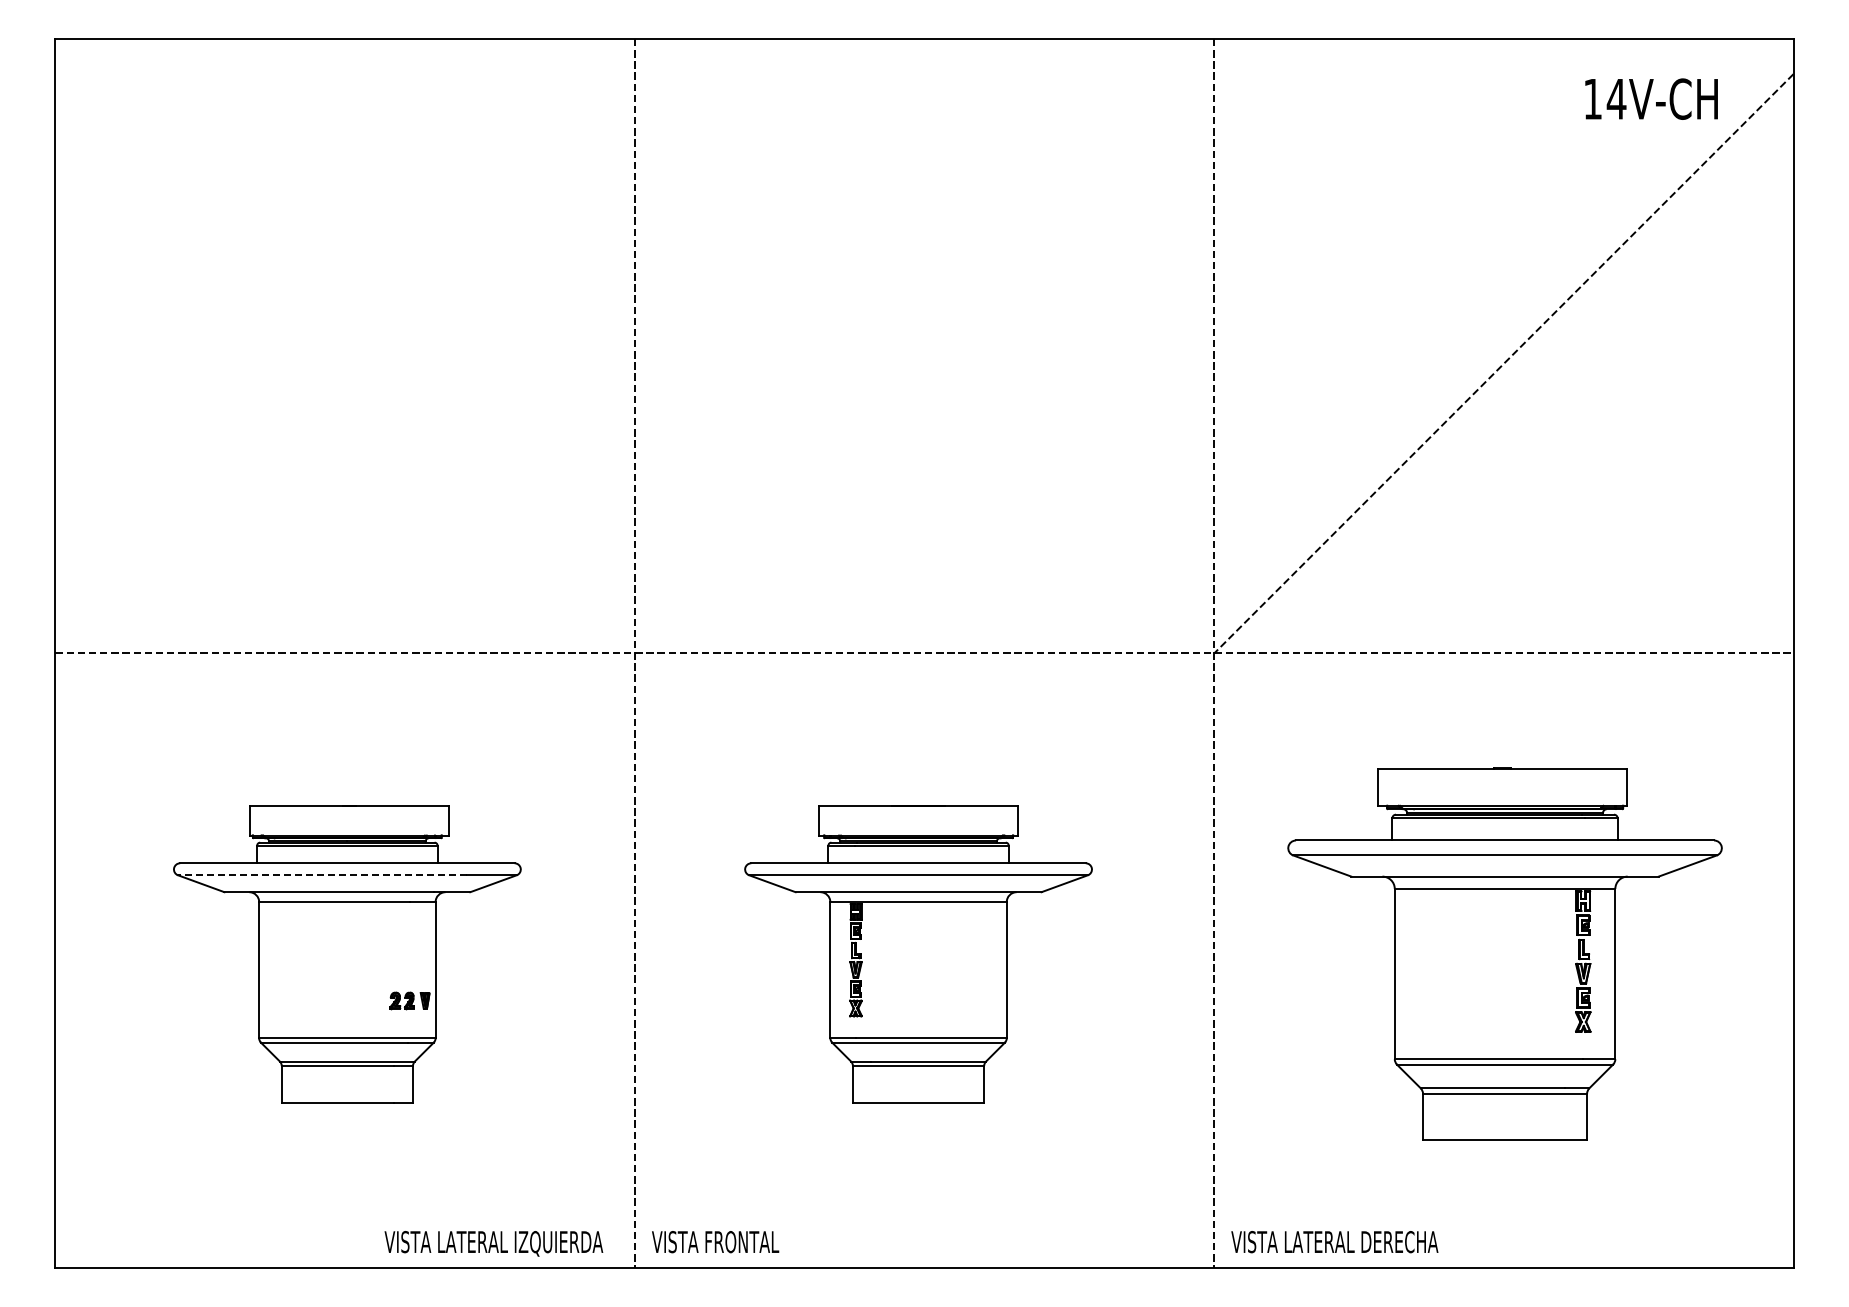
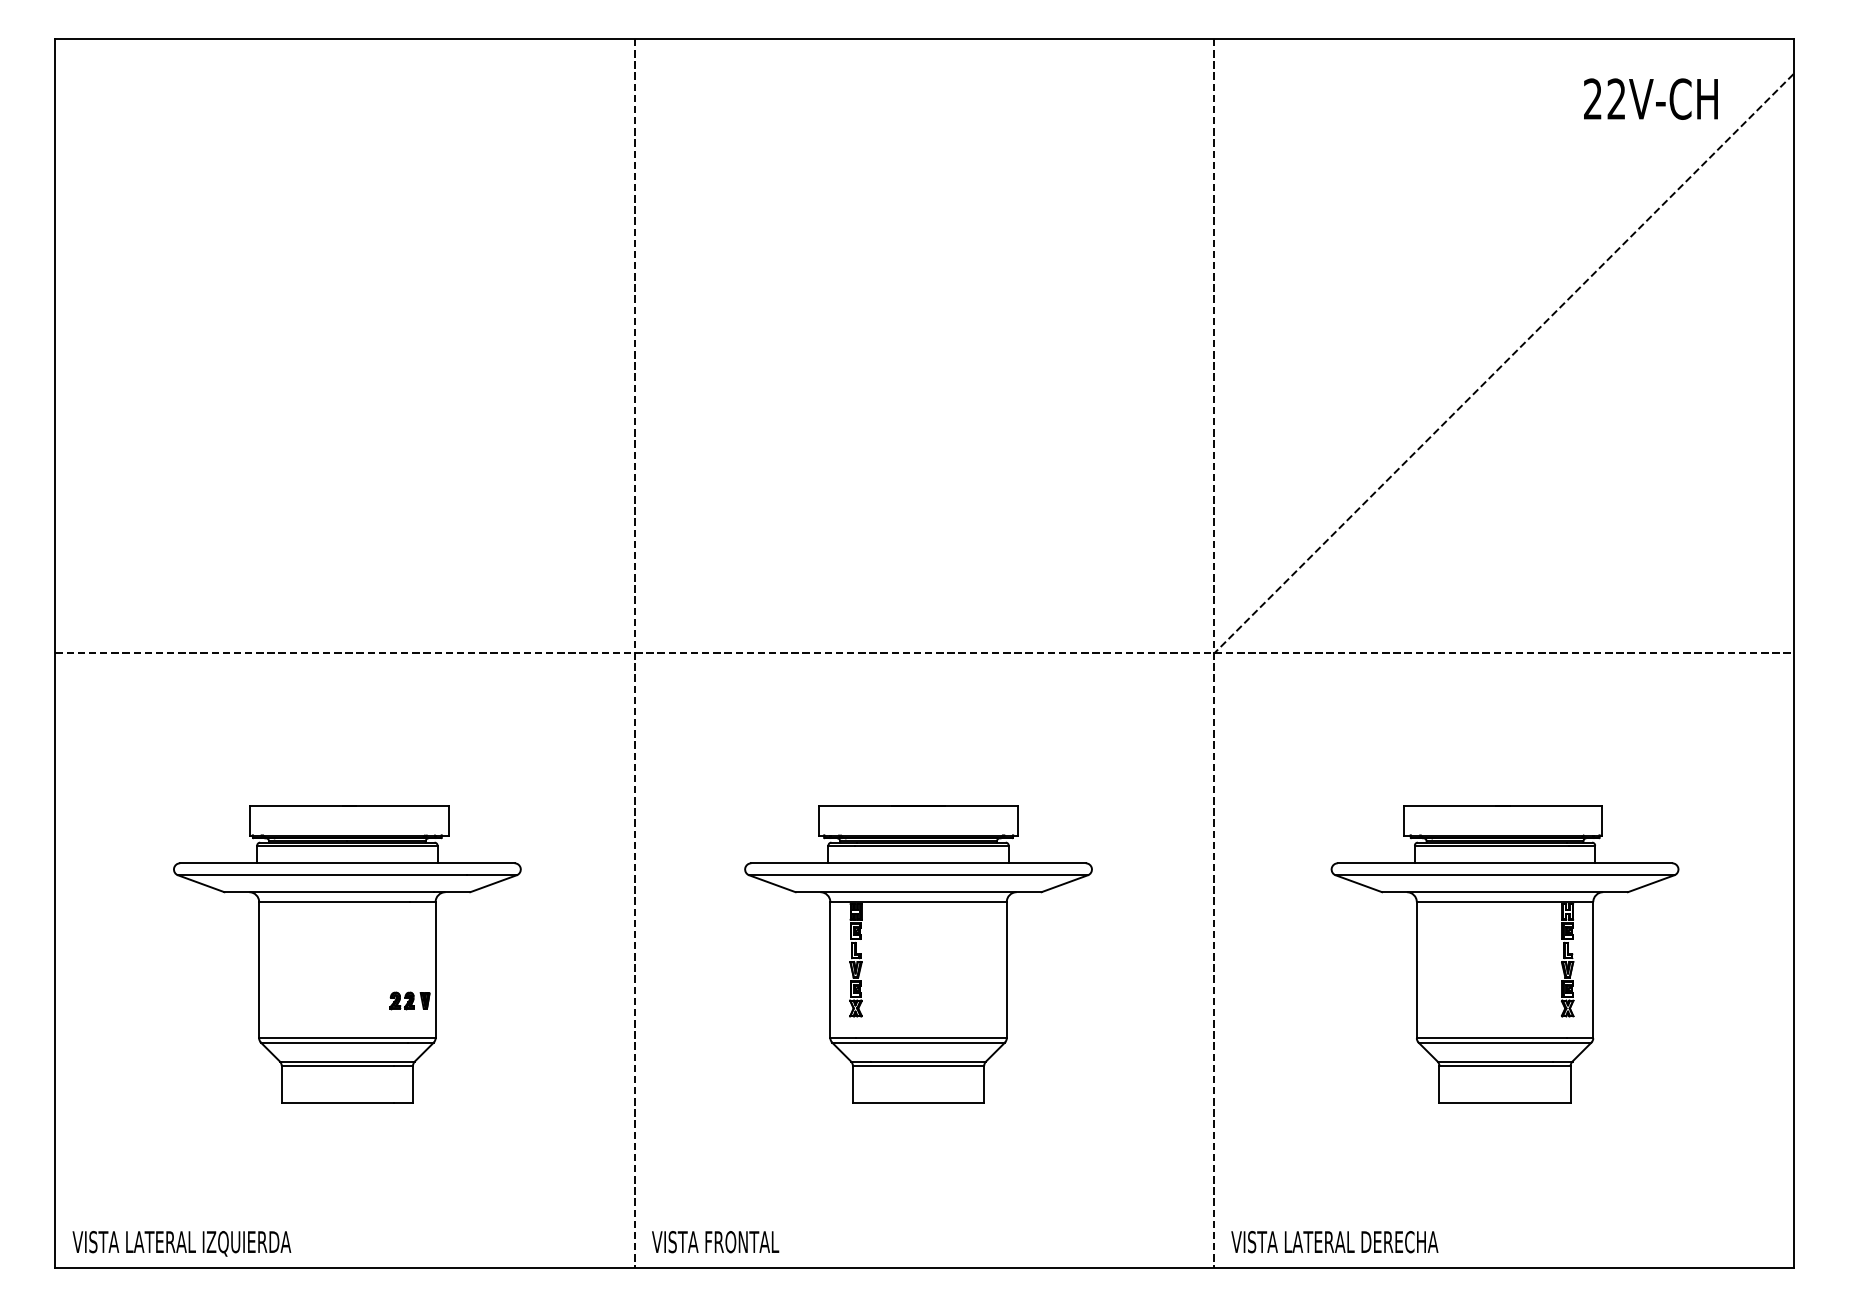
text at (1605, 98): 14V-CH -> 22V-CH
line at (322, 875): dashed -> solid
part at (1504, 953) size: 436x374 px -> 350x299 px
text at (493, 1243) position: (493, 1243) -> (181, 1243)
